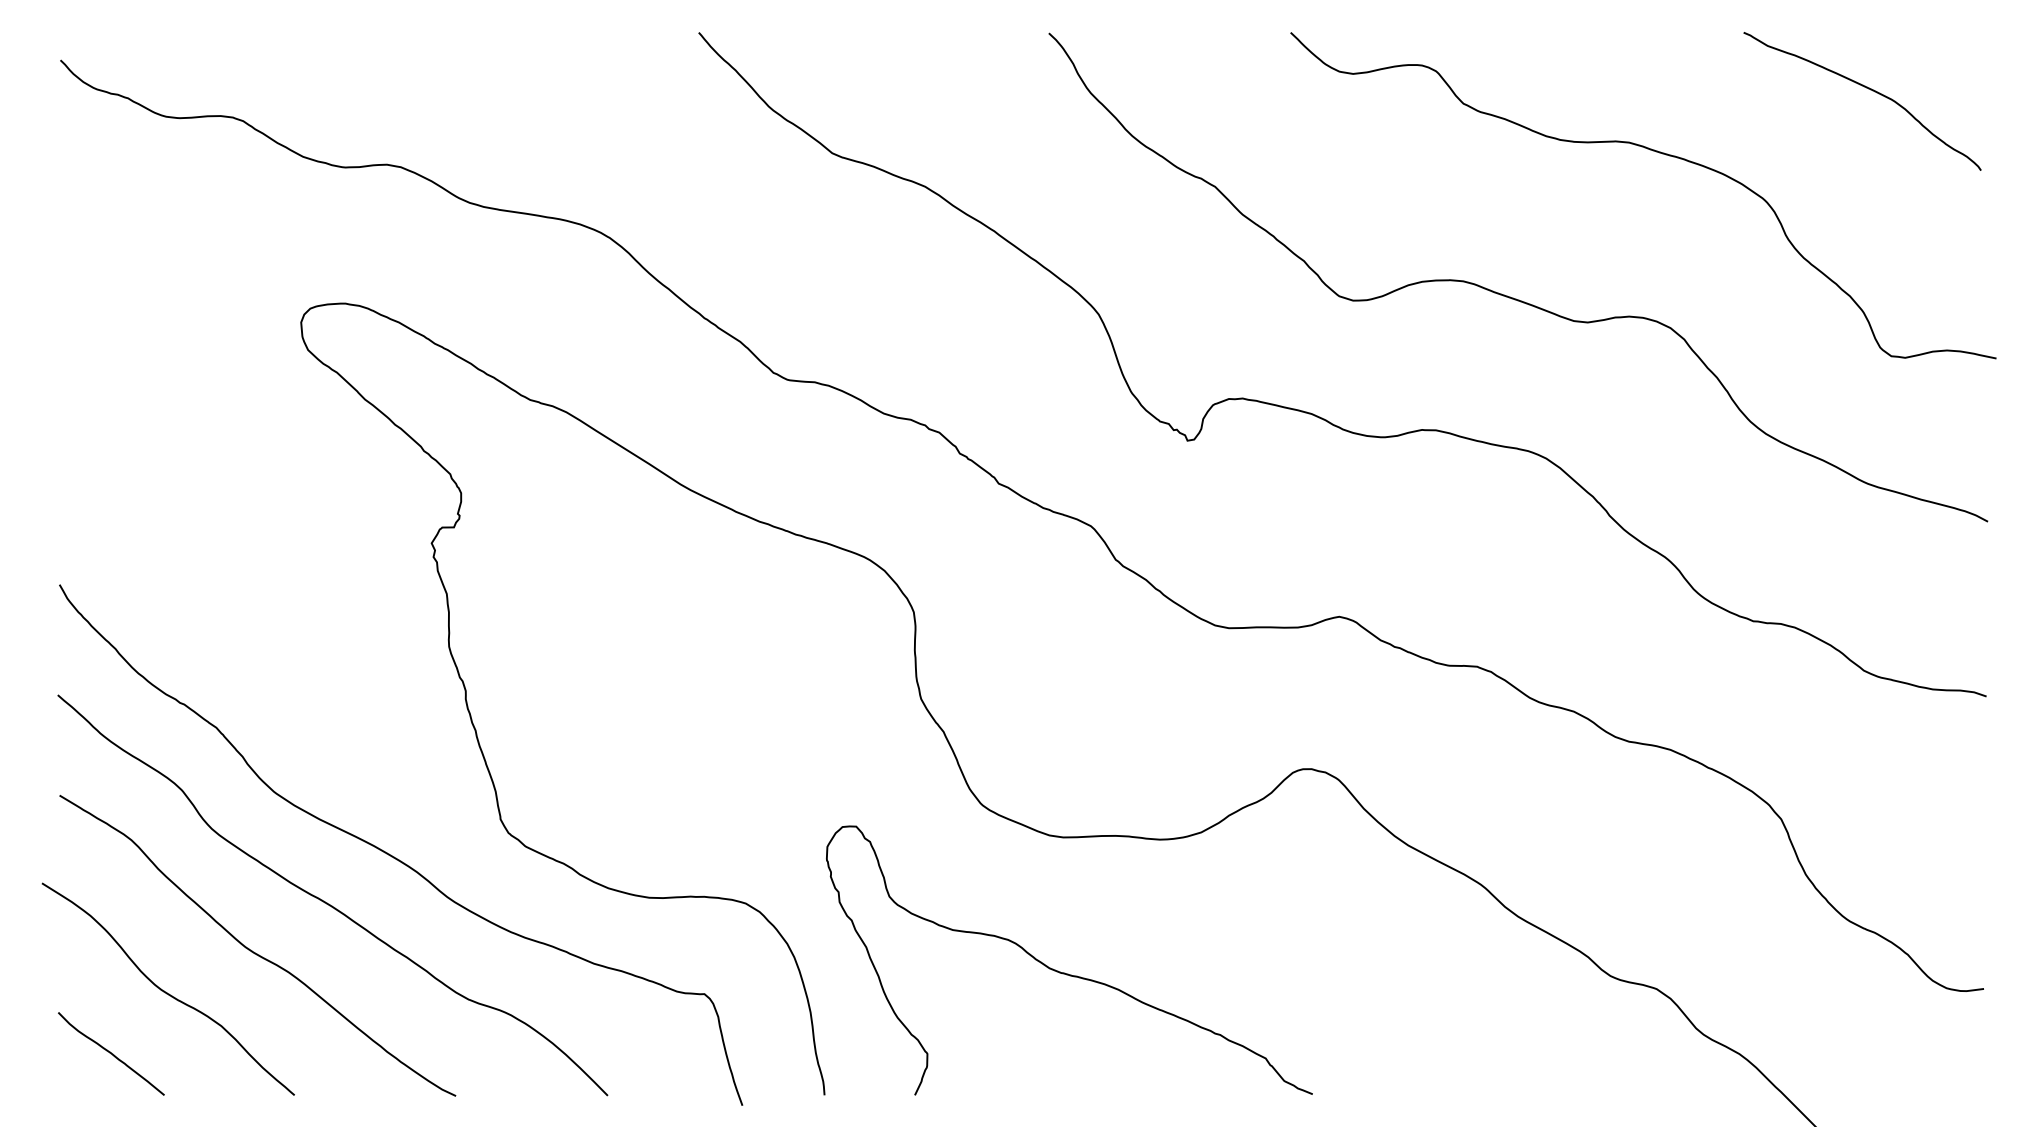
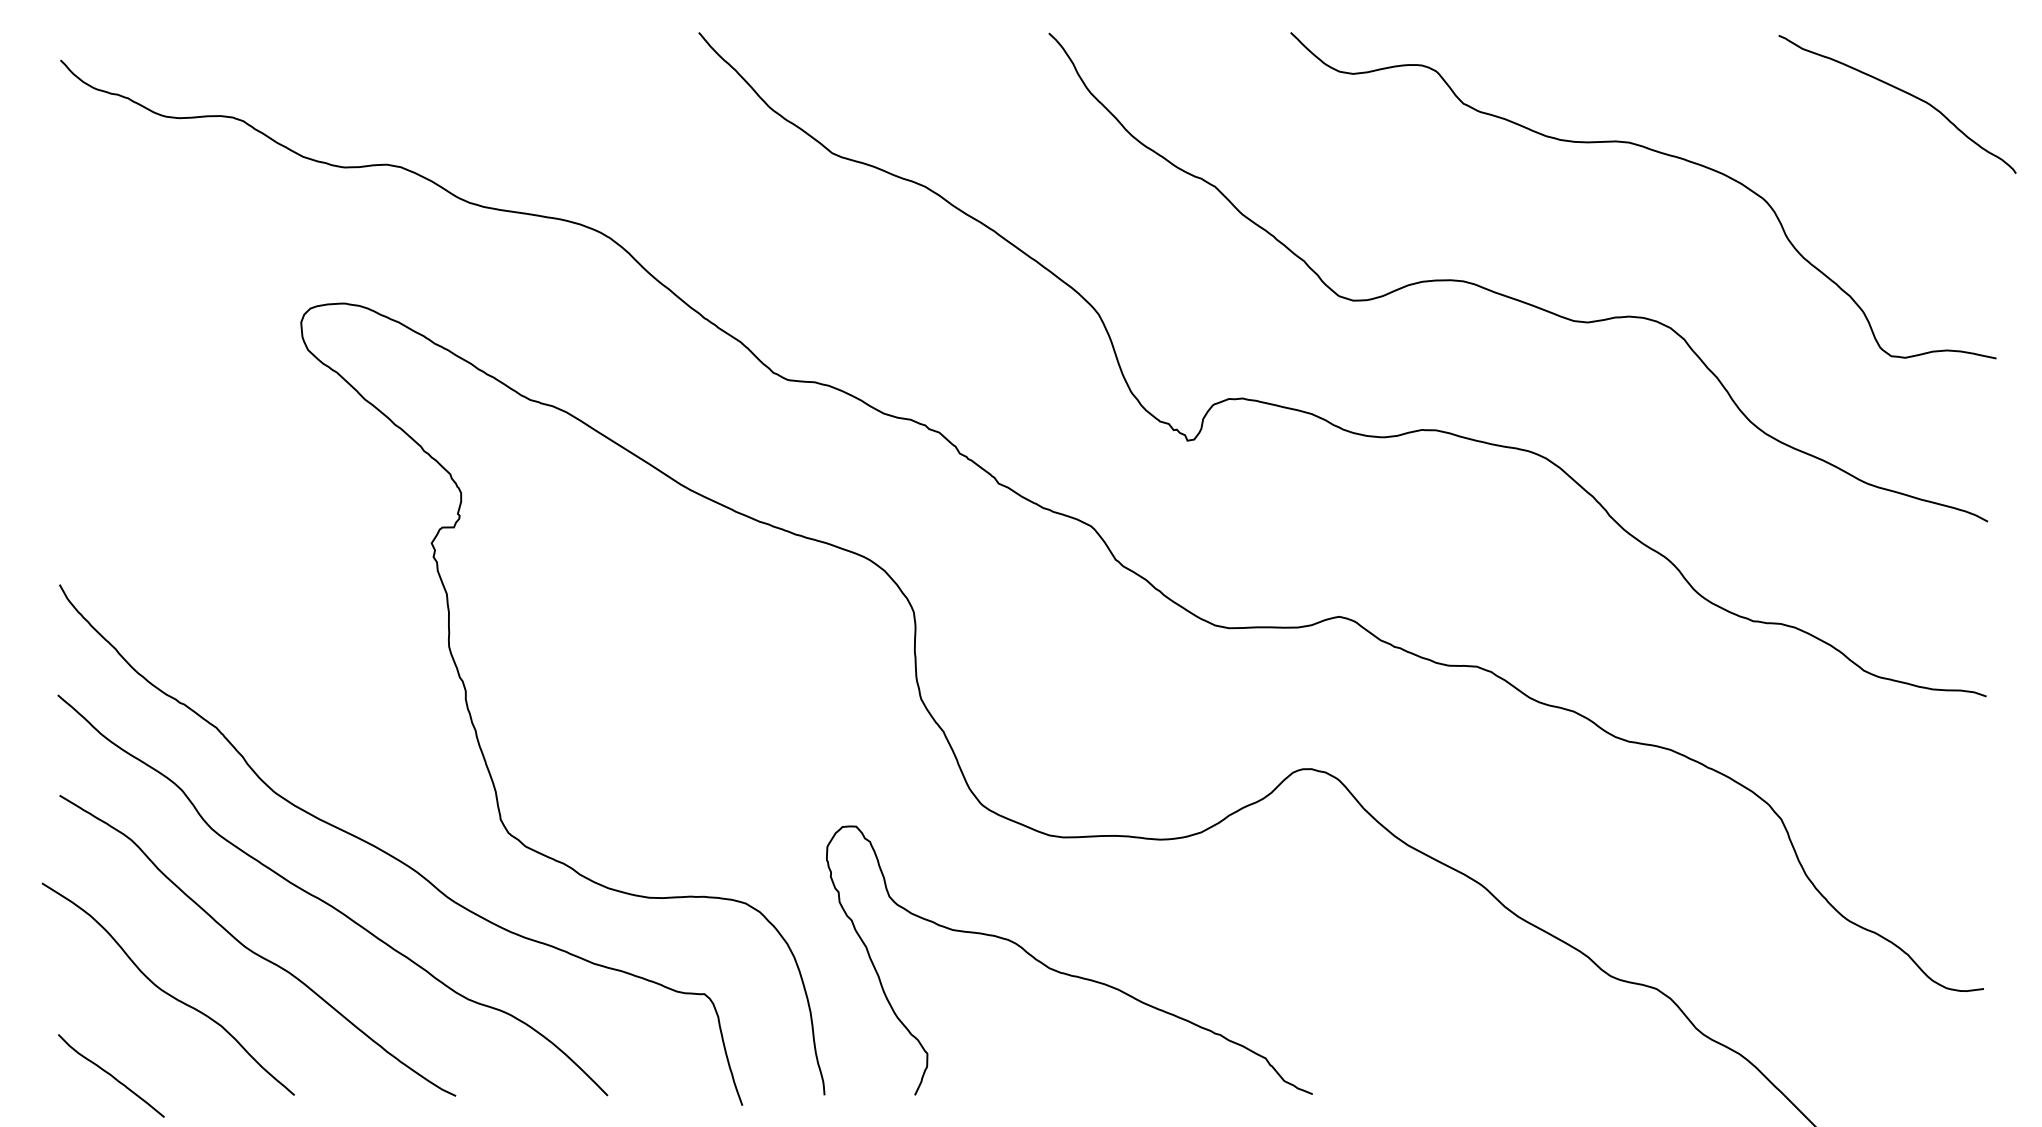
curve at (1868, 89) position: (1868, 89) -> (1903, 92)
curve at (111, 1053) position: (111, 1053) -> (111, 1075)
